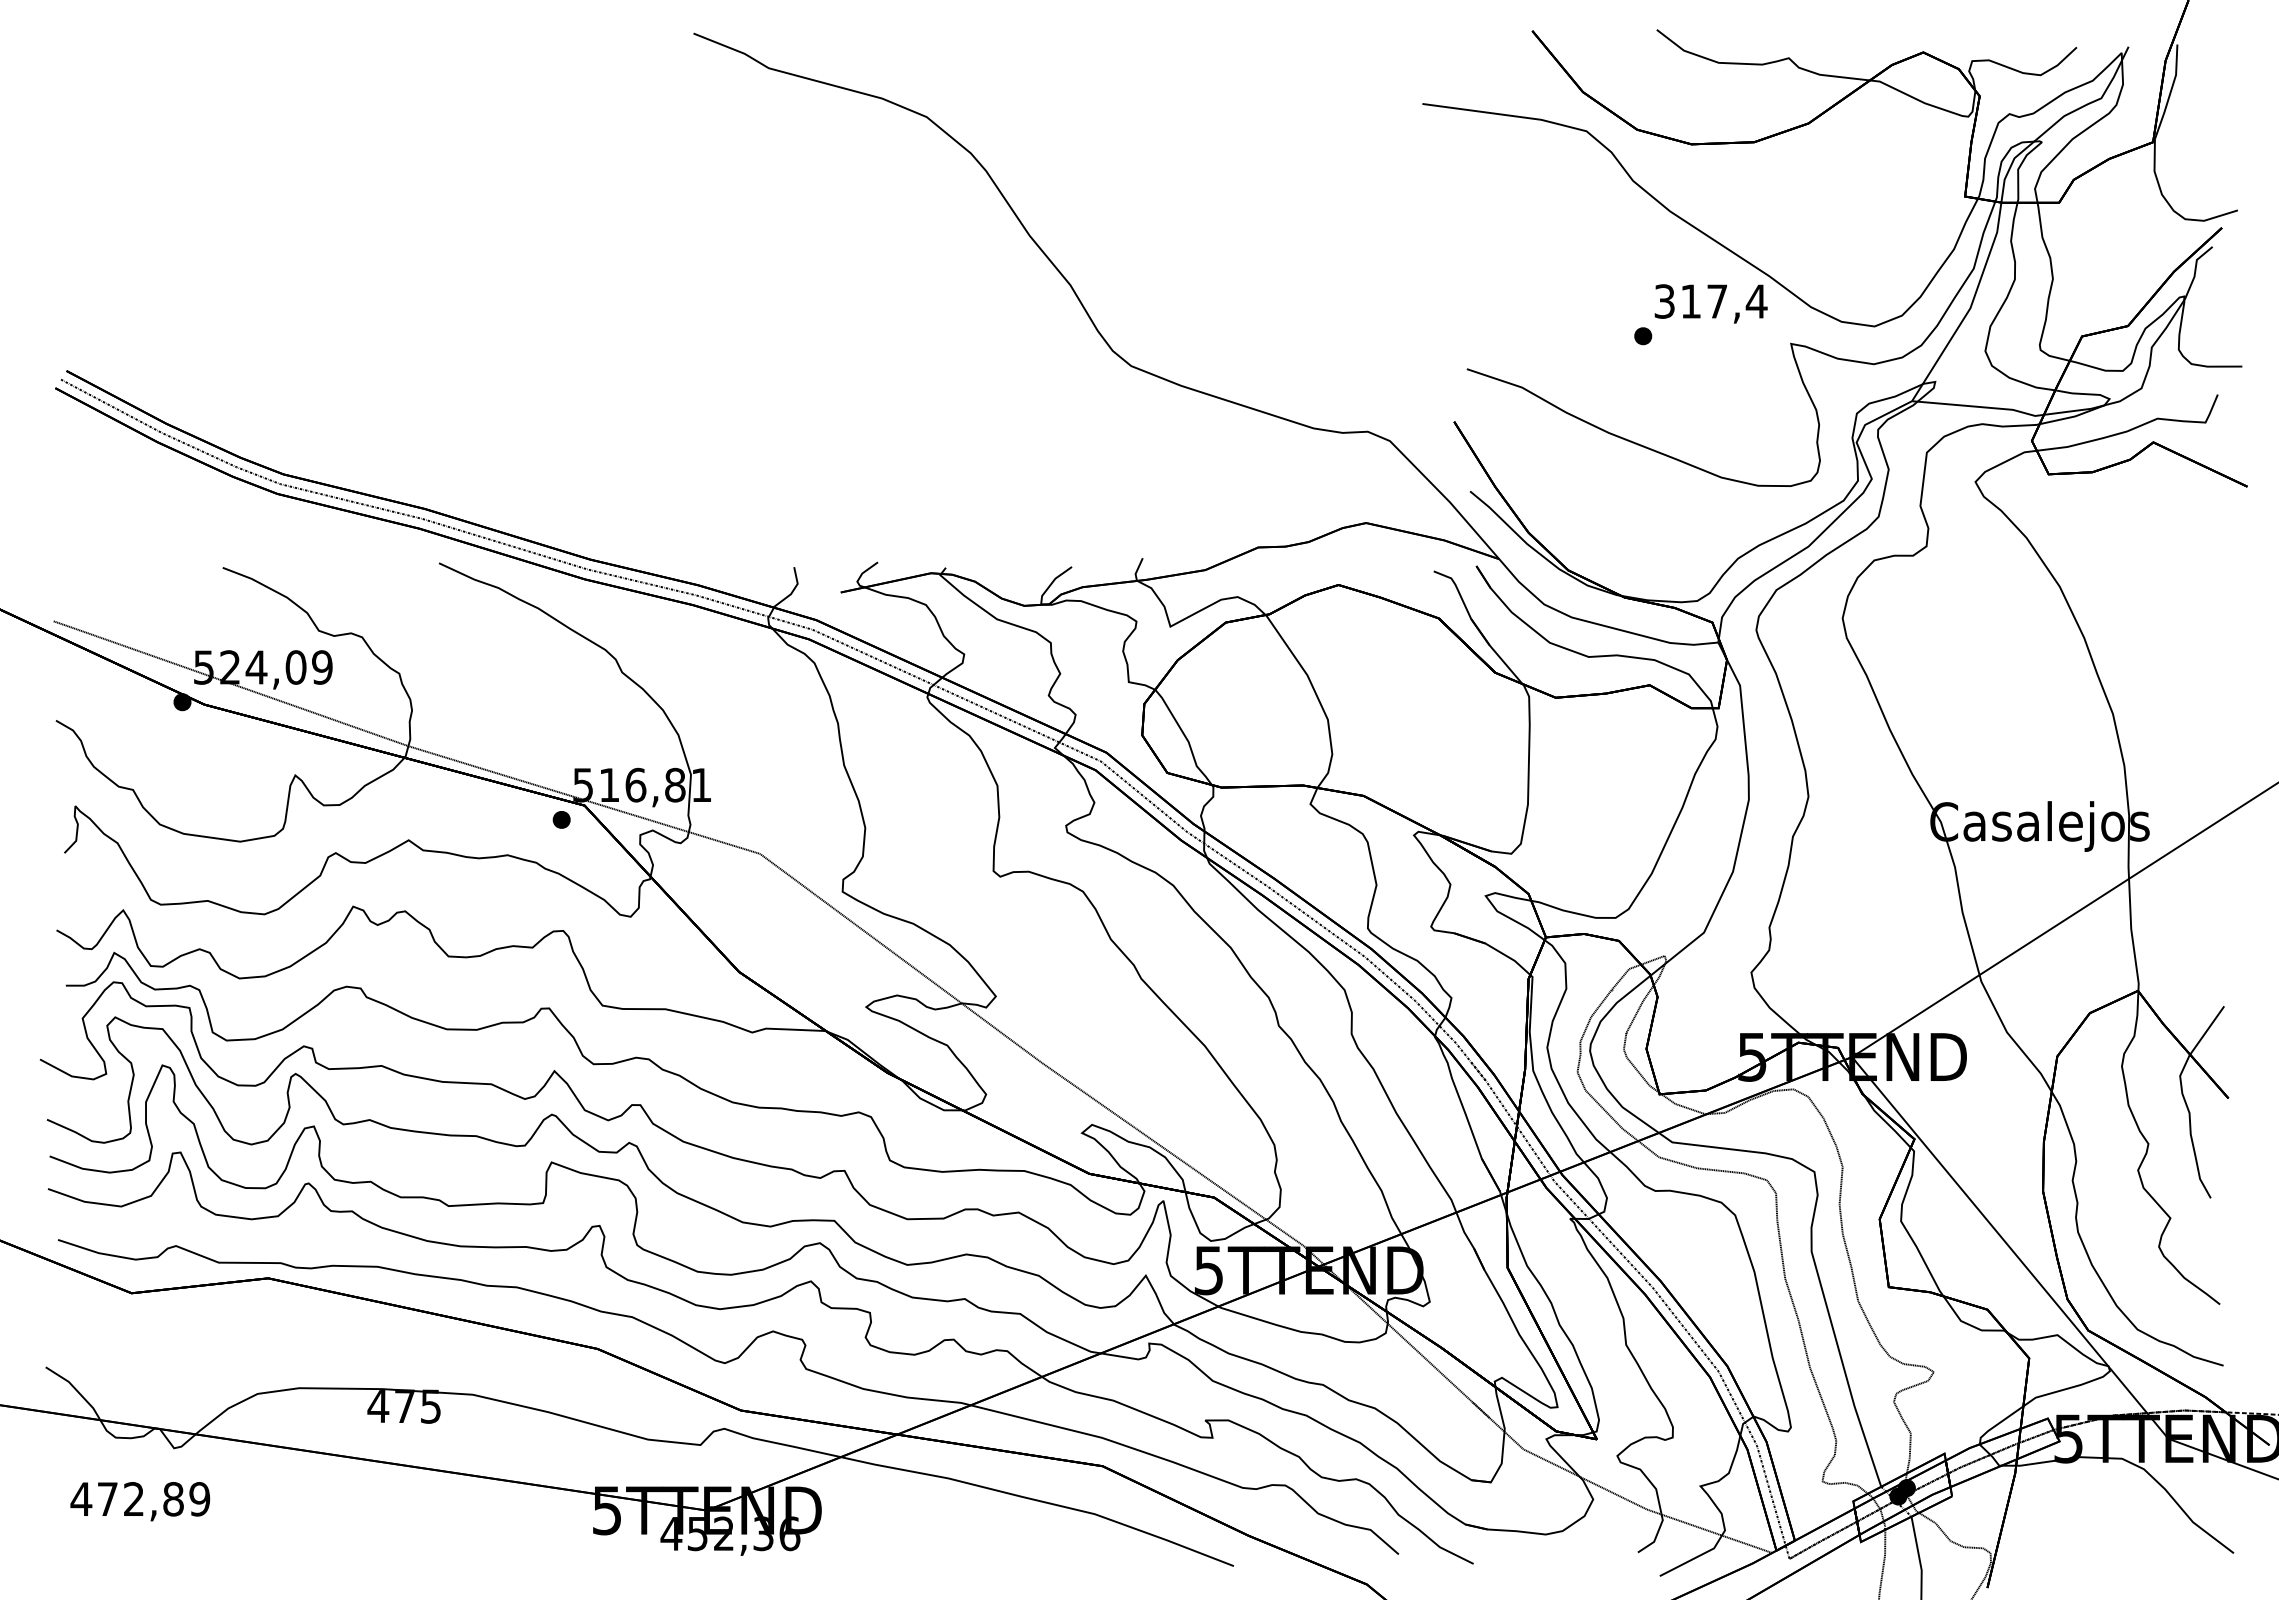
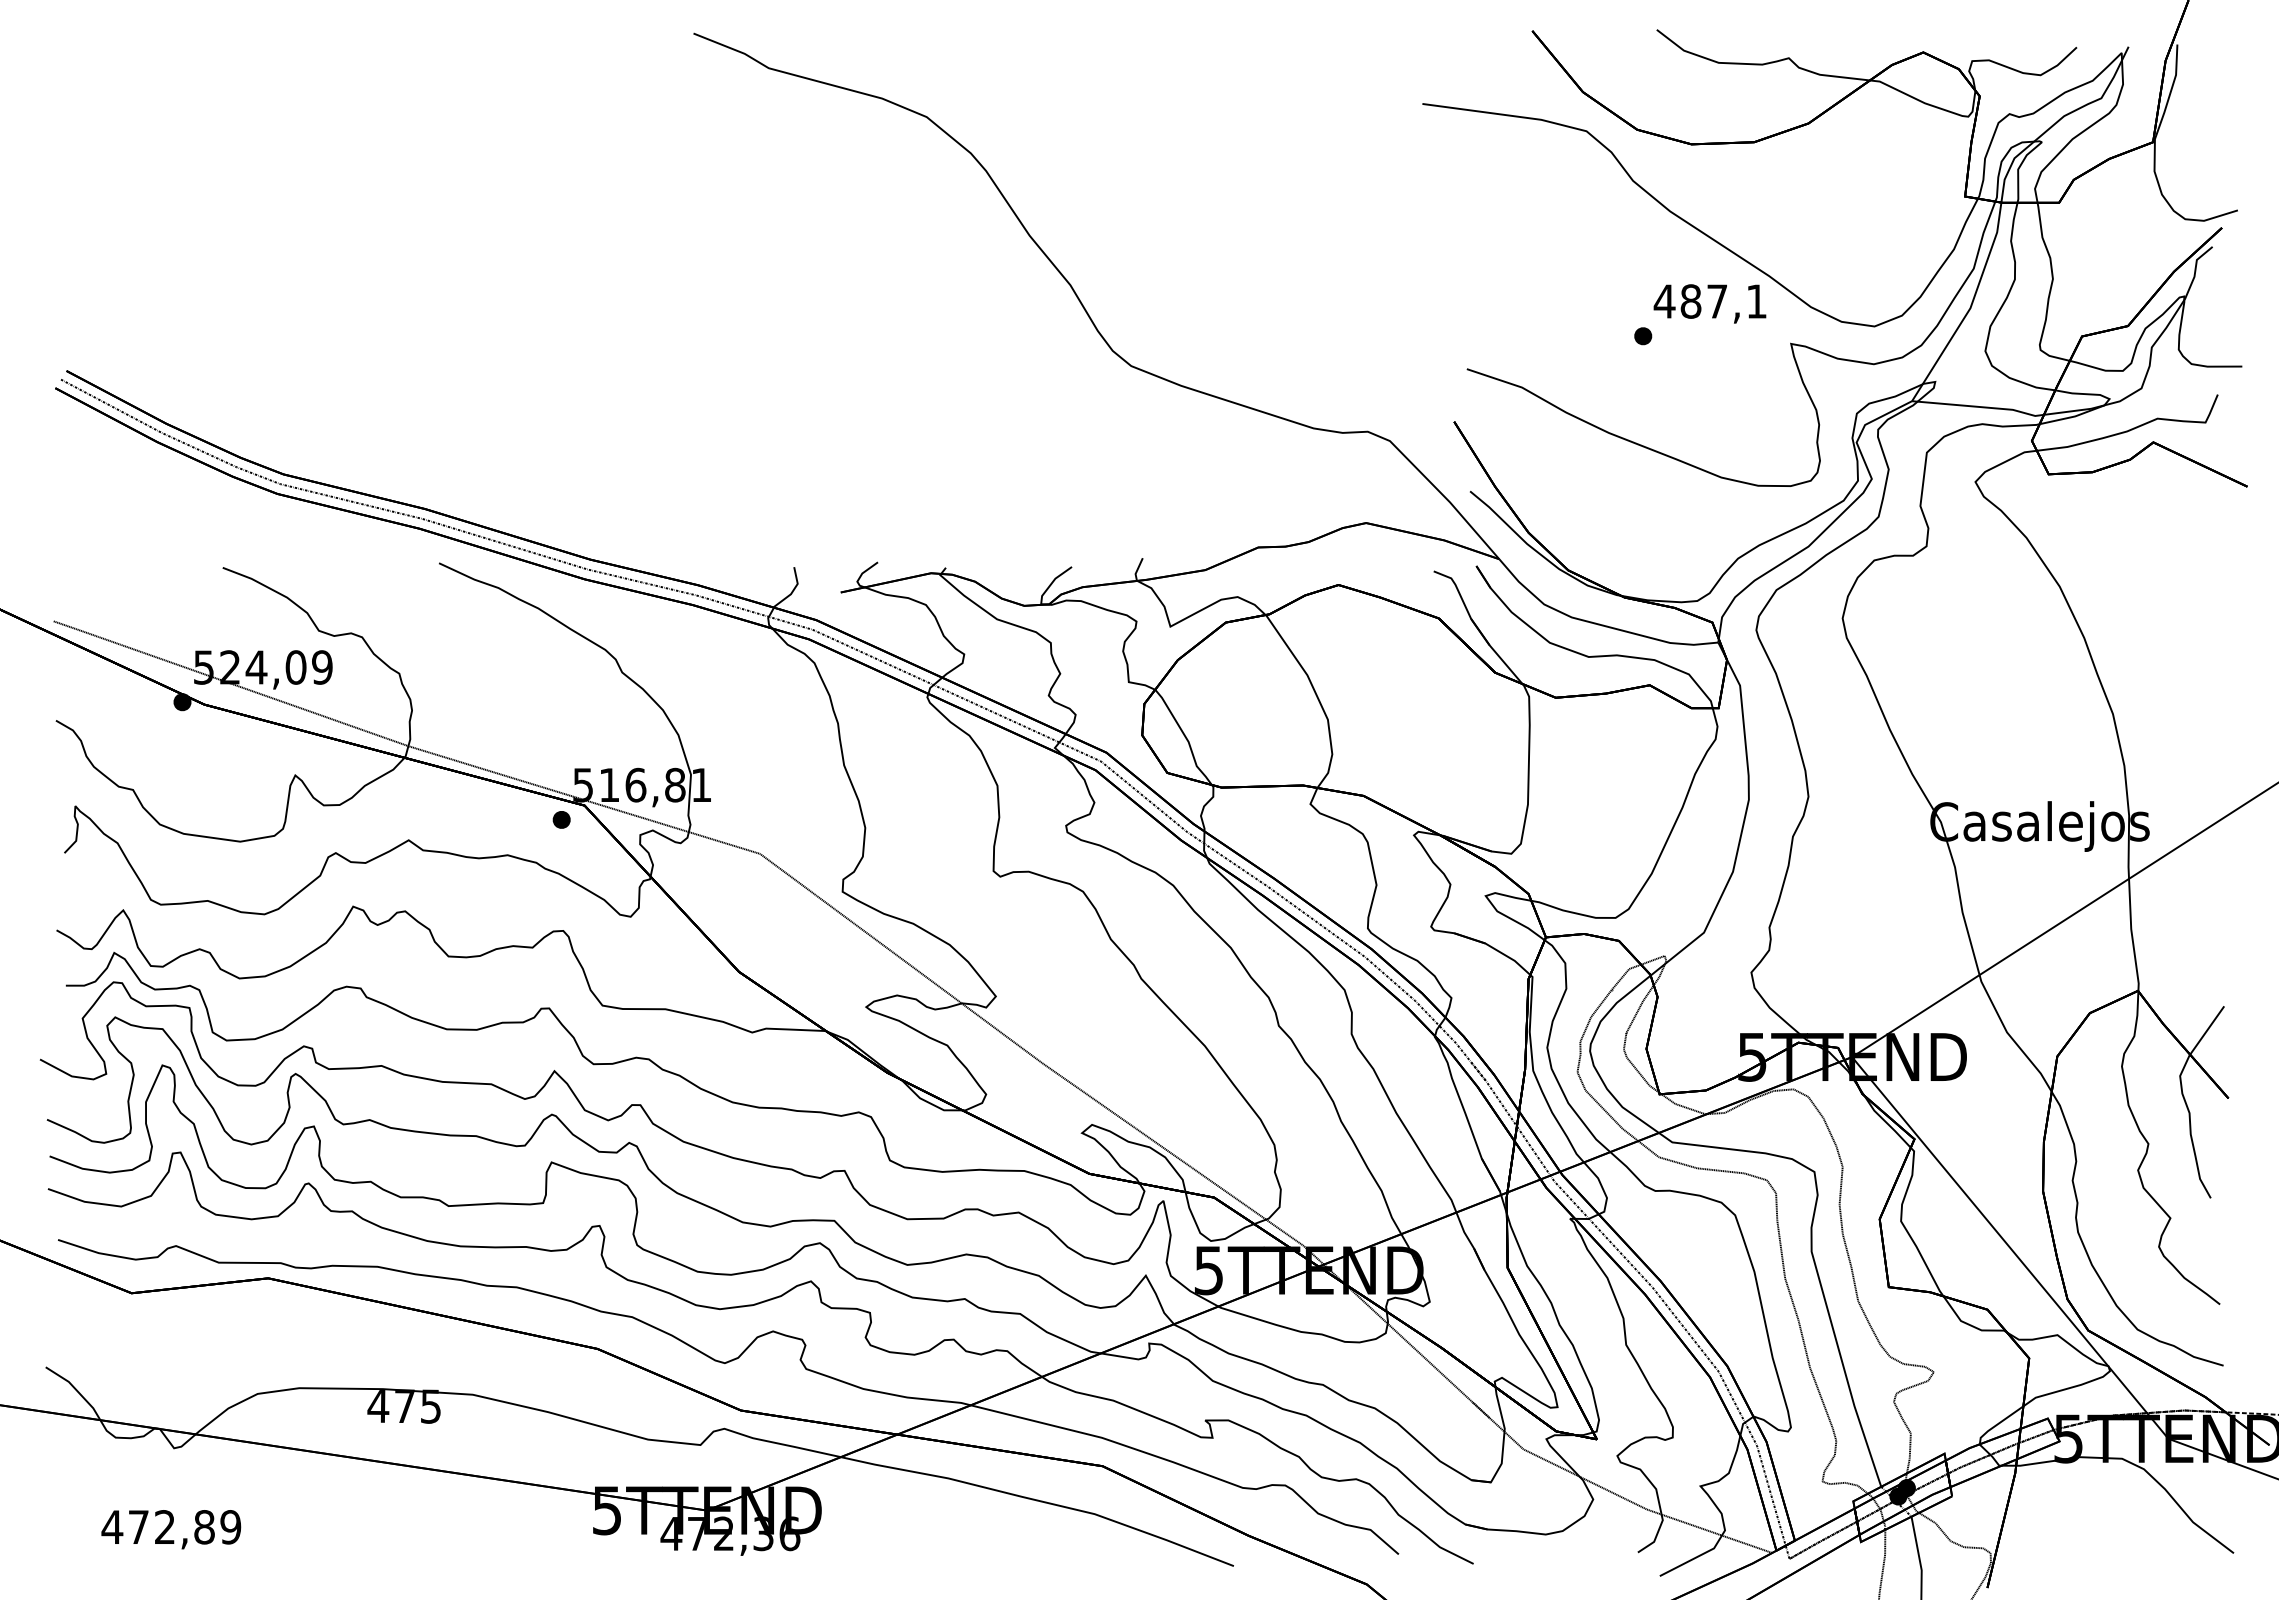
text at (1710, 301): 317,4 -> 487,1
text at (140, 1501) position: (140, 1501) -> (171, 1529)
text at (697, 1534): 452,36 -> 472,36
